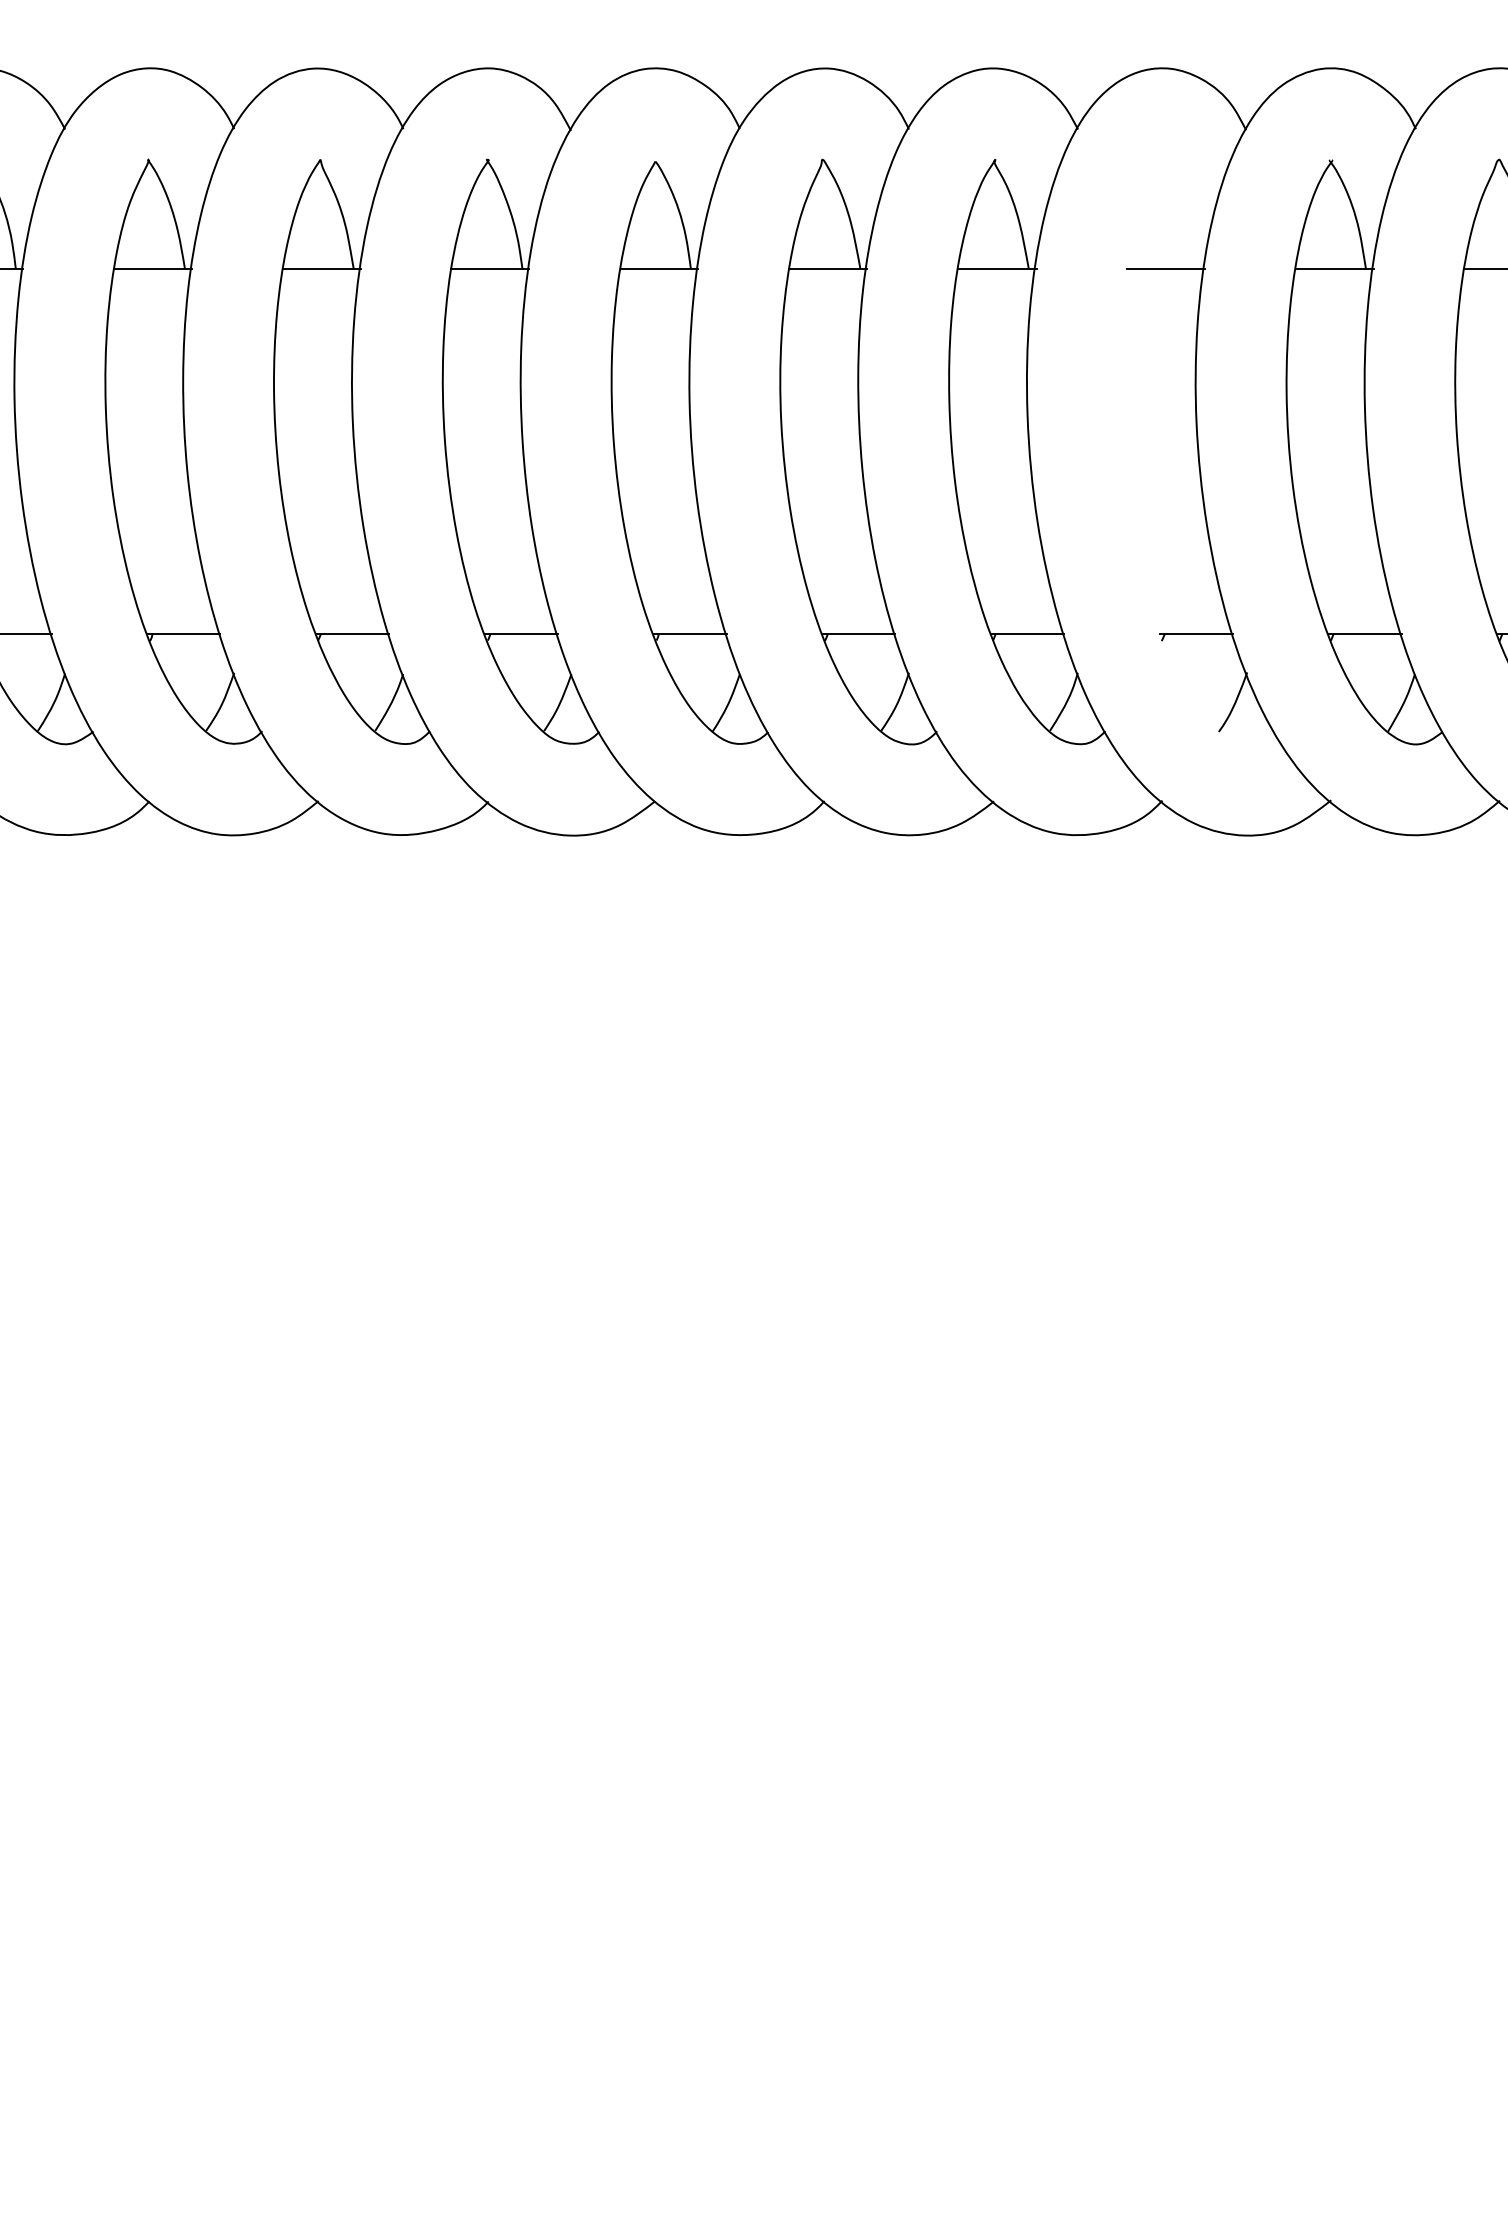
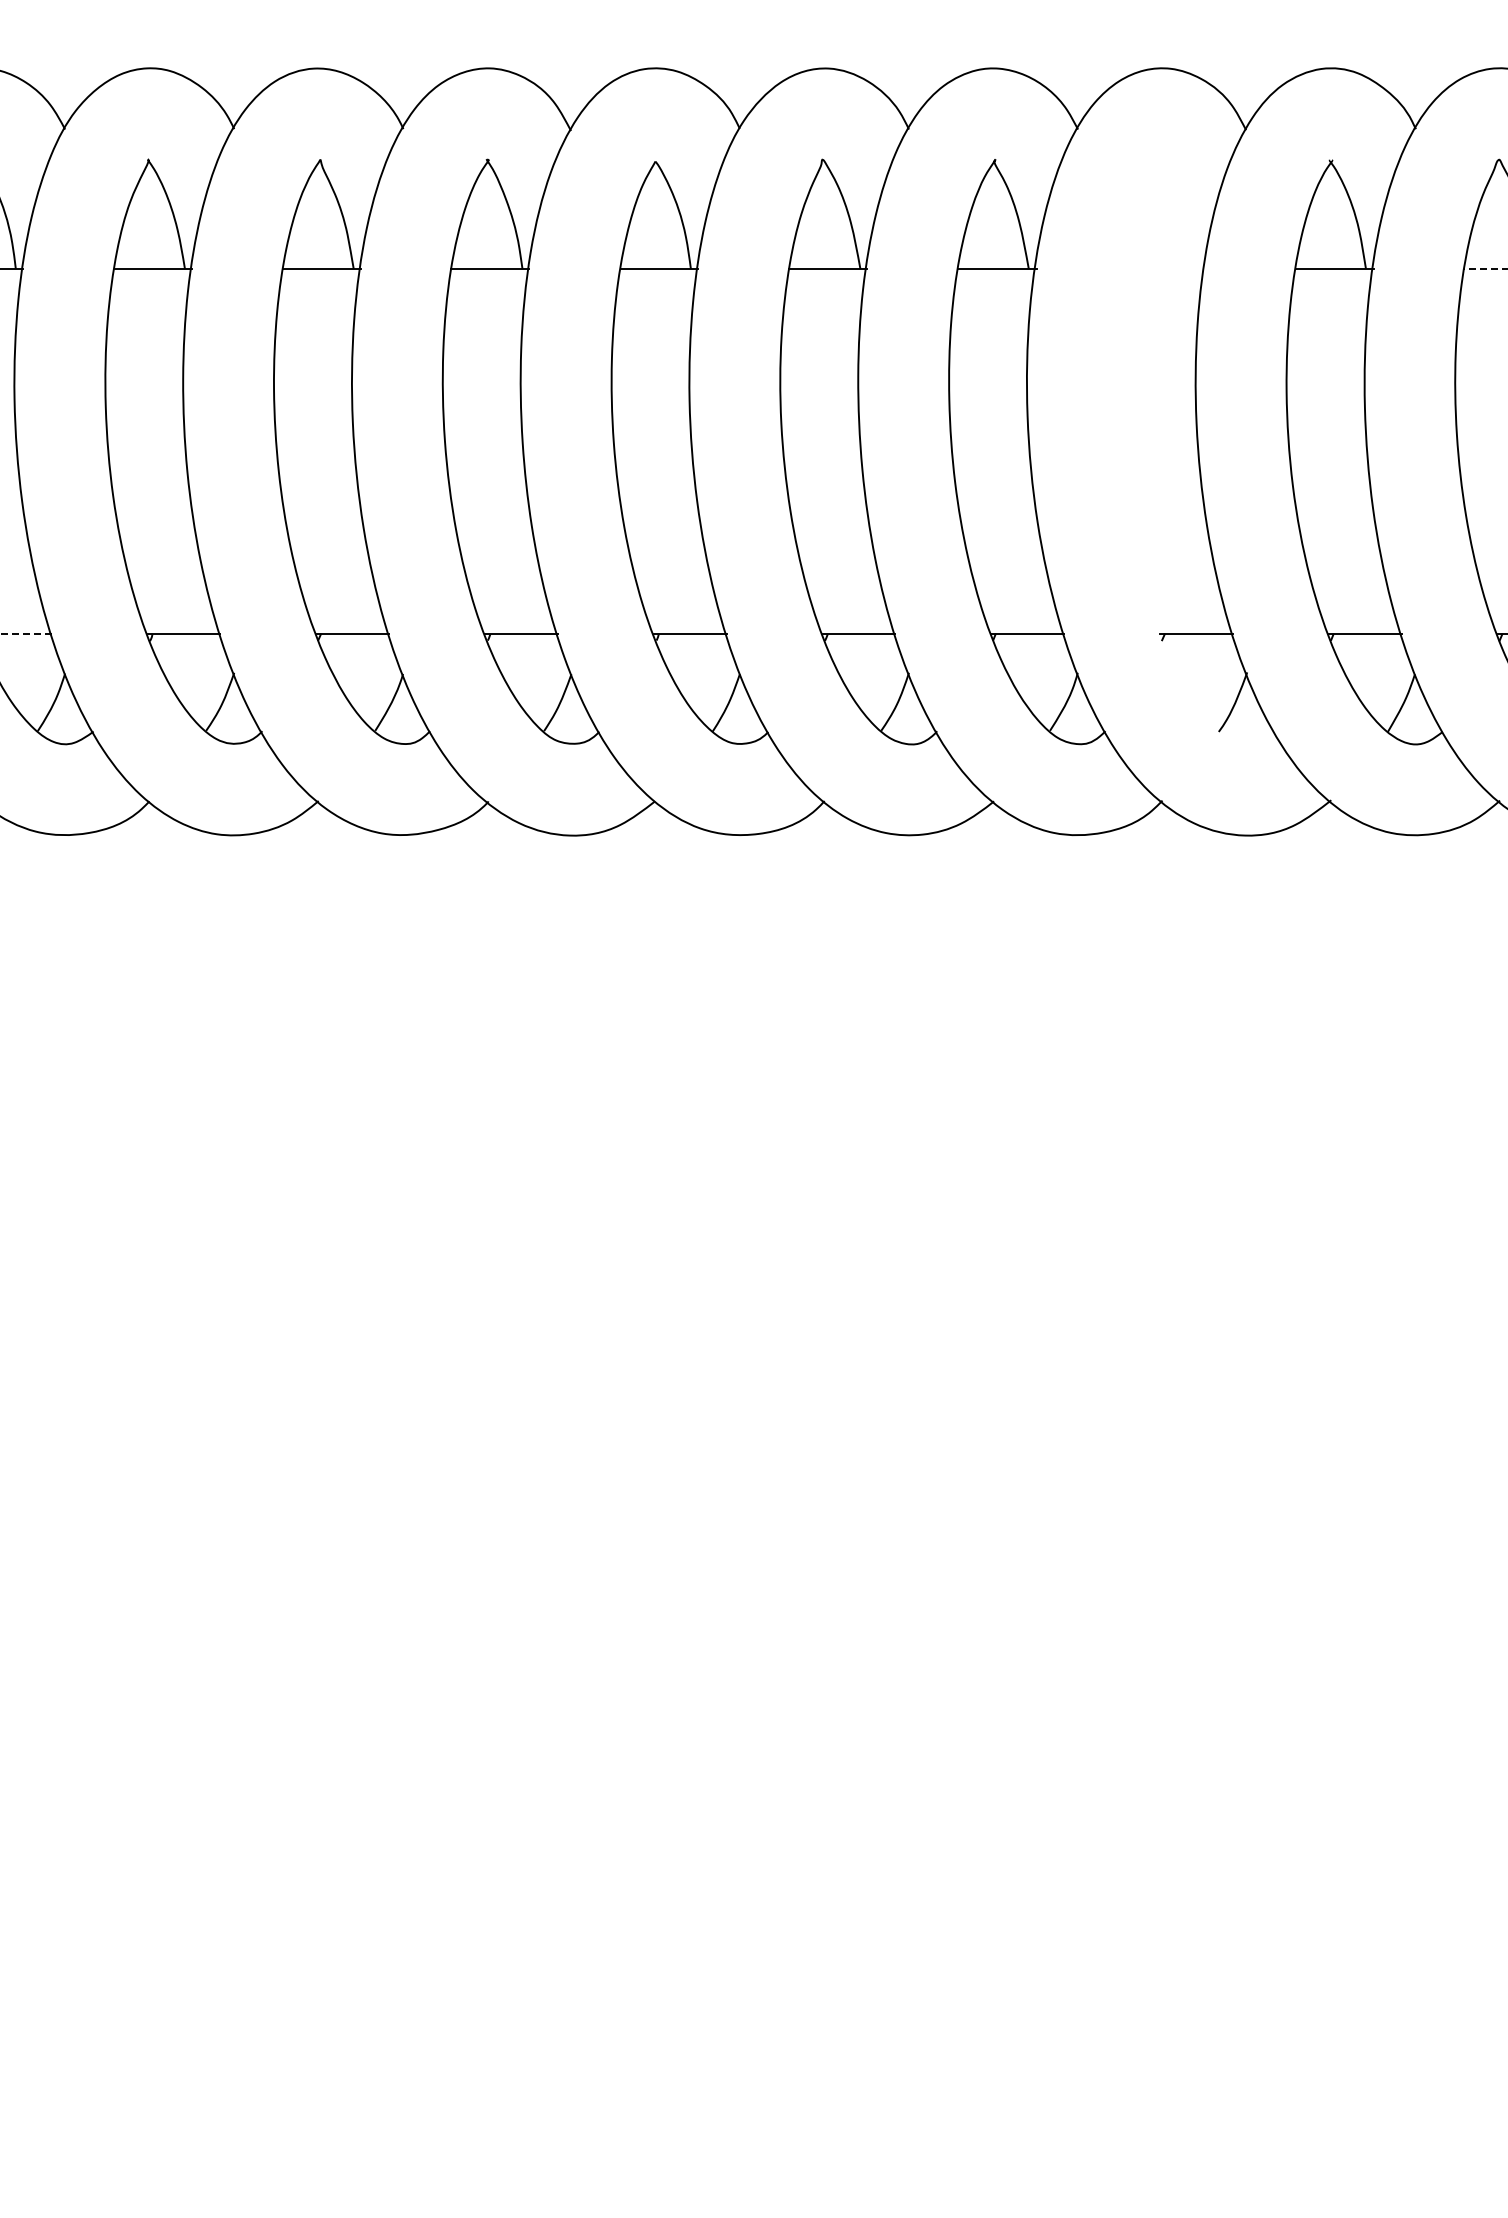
line at (1165, 269): present -> none
line at (1485, 269): solid -> dashed
line at (26, 634): solid -> dashed
